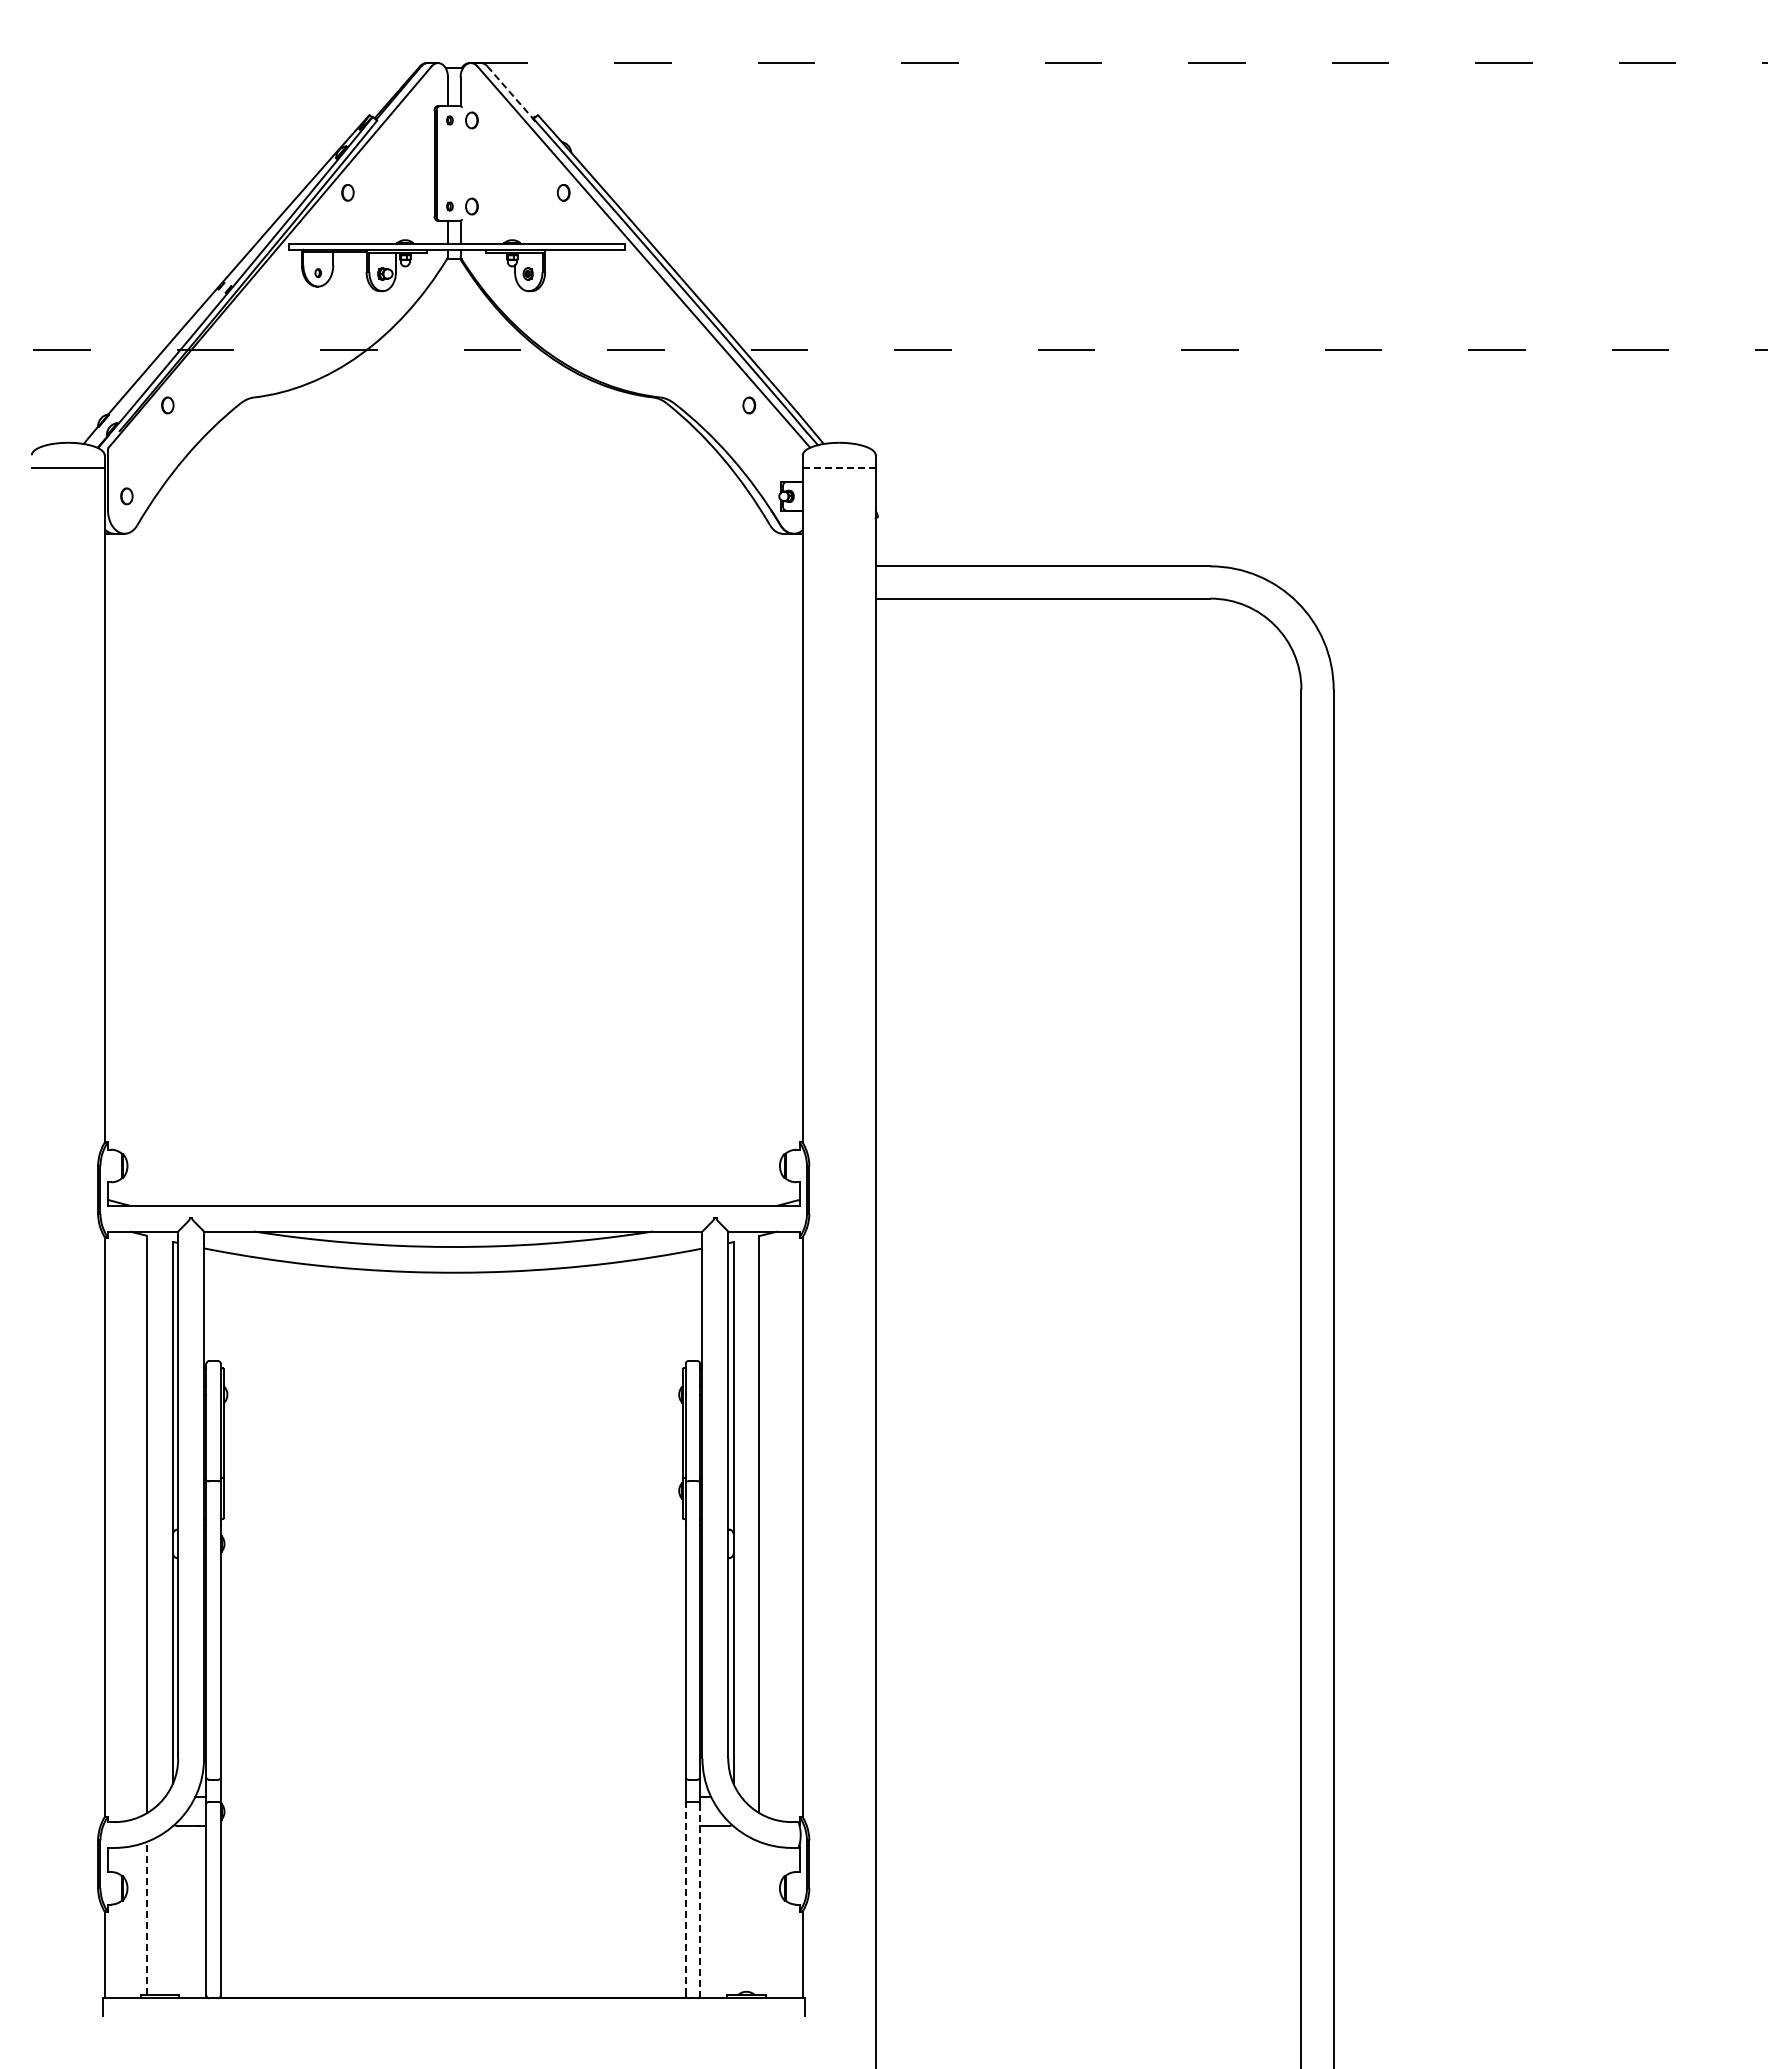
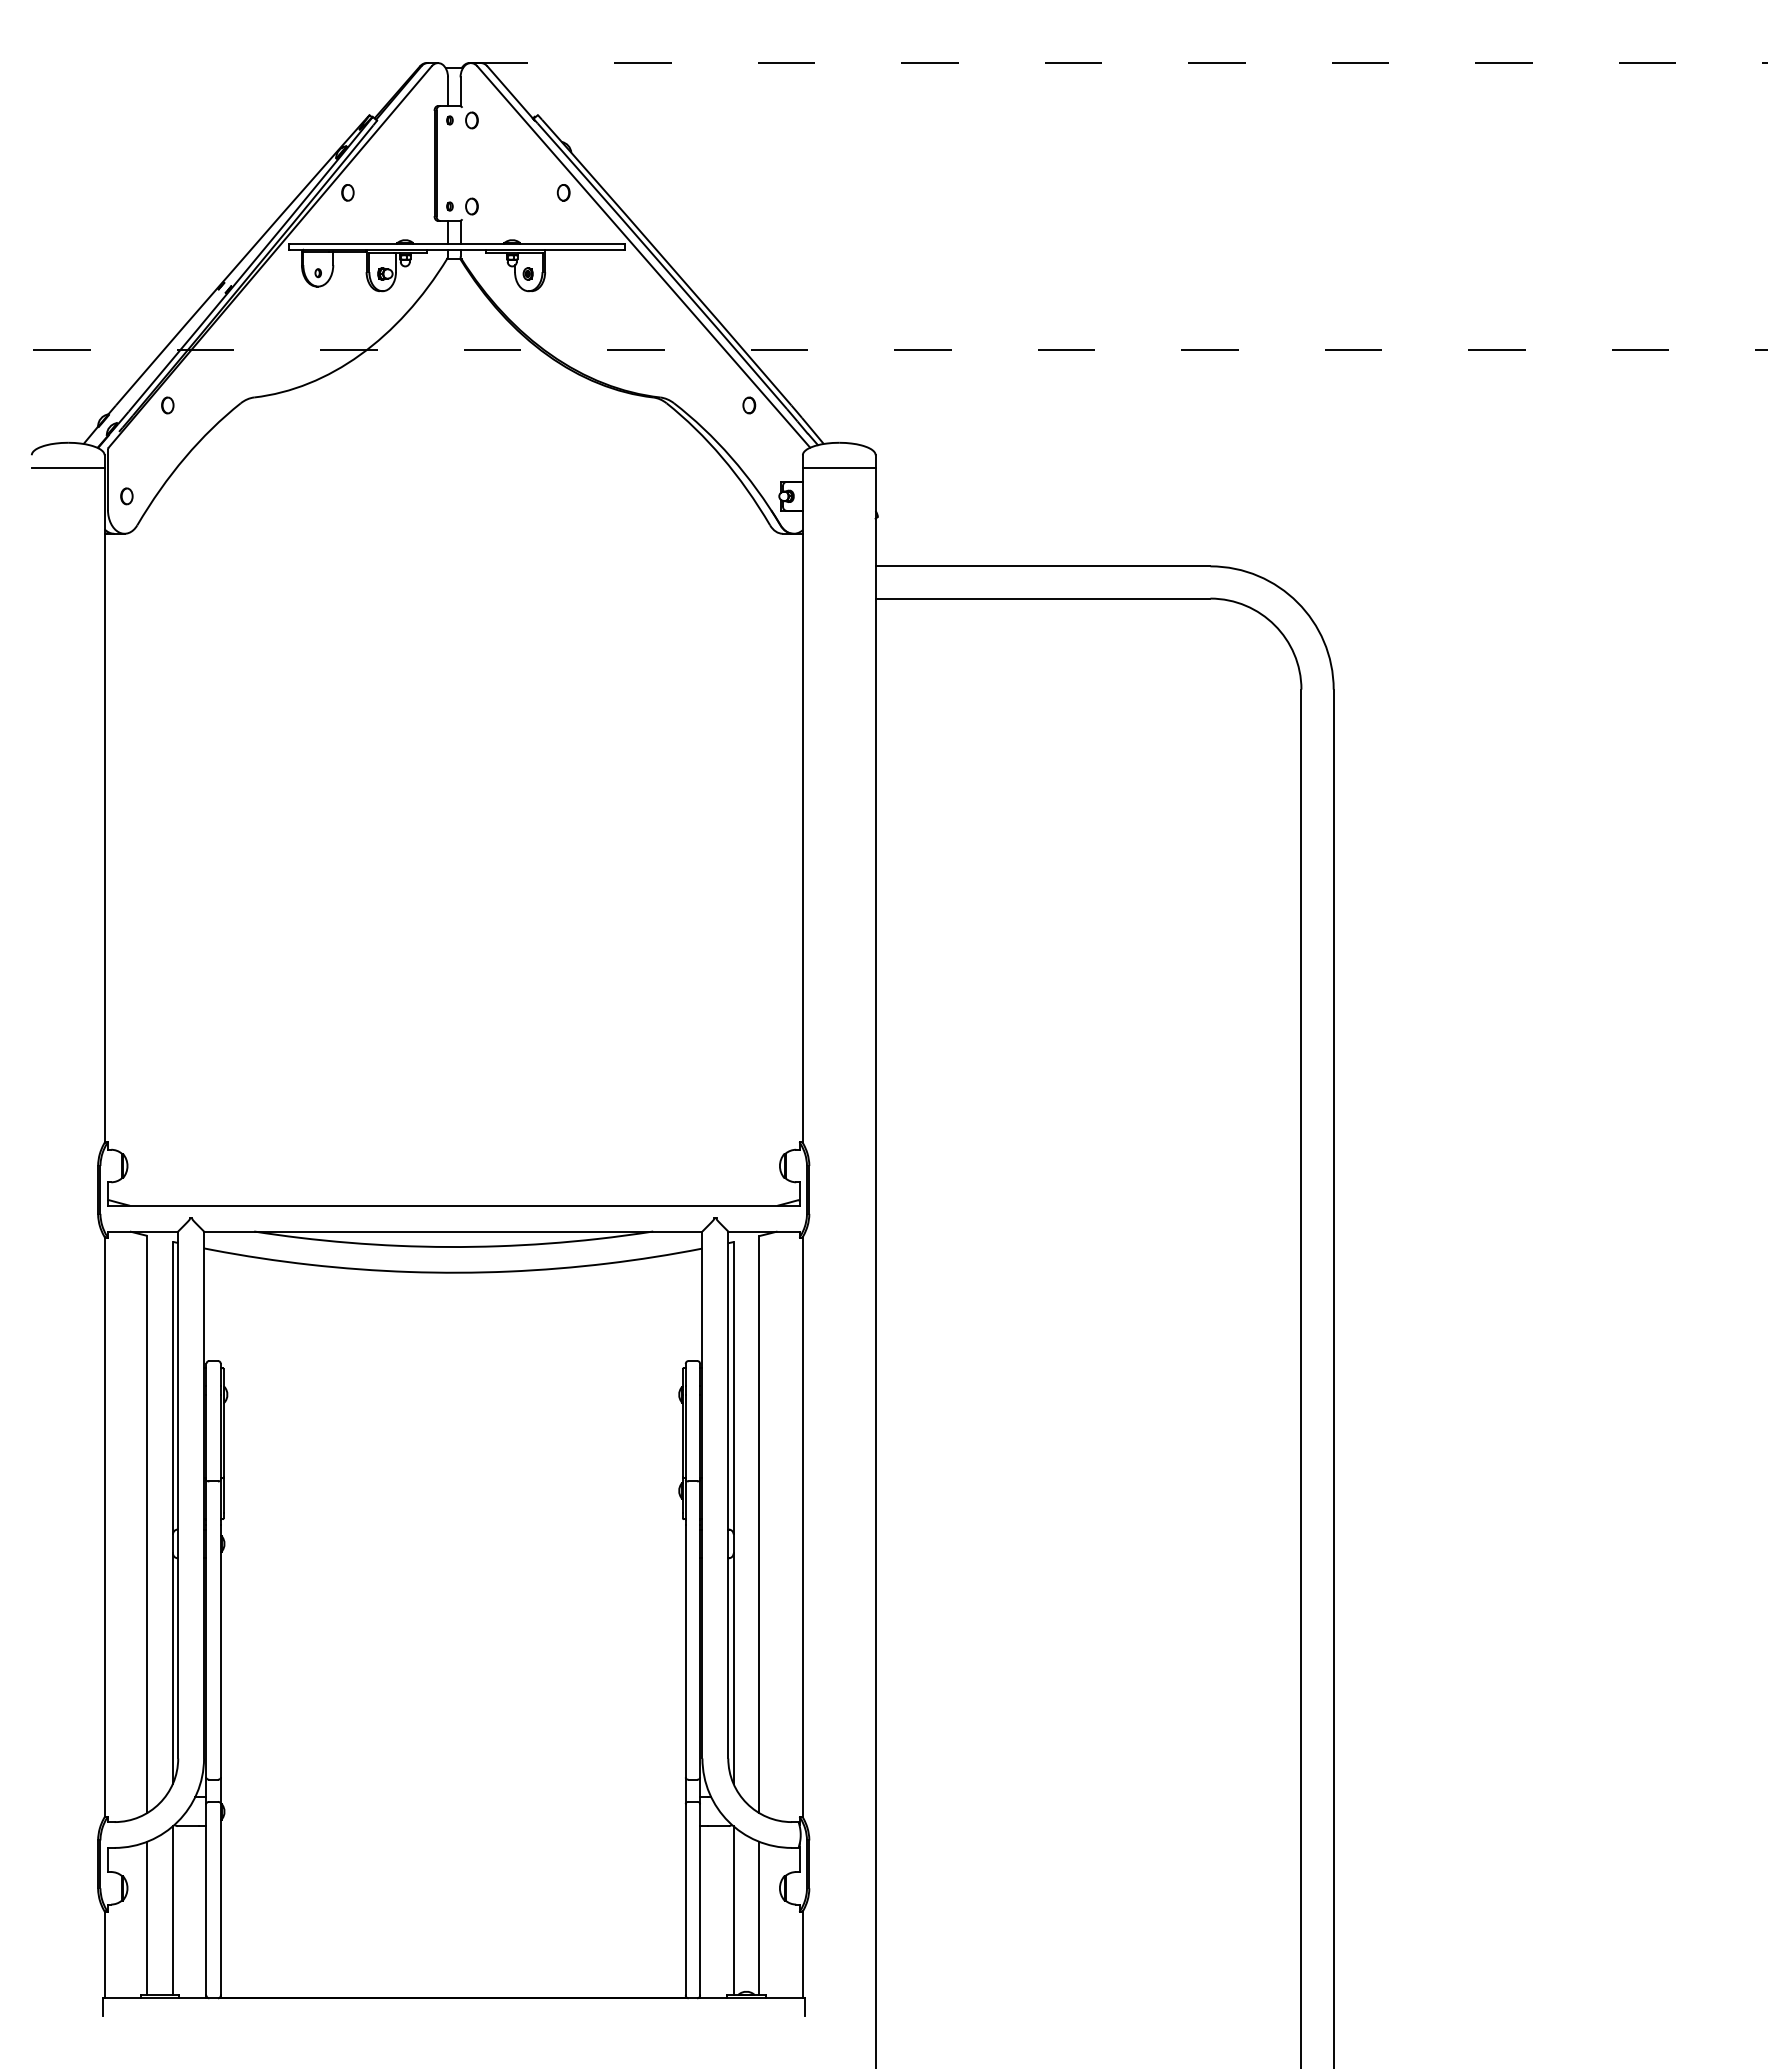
line at (510, 93): dashed -> solid
line at (838, 467): dashed -> solid
line at (685, 1899): dashed -> solid
line at (700, 1899): dashed -> solid
line at (173, 1910): none -> present
line at (733, 1910): none -> present
line at (147, 1918): dashed -> solid
line at (759, 1918): none -> present
